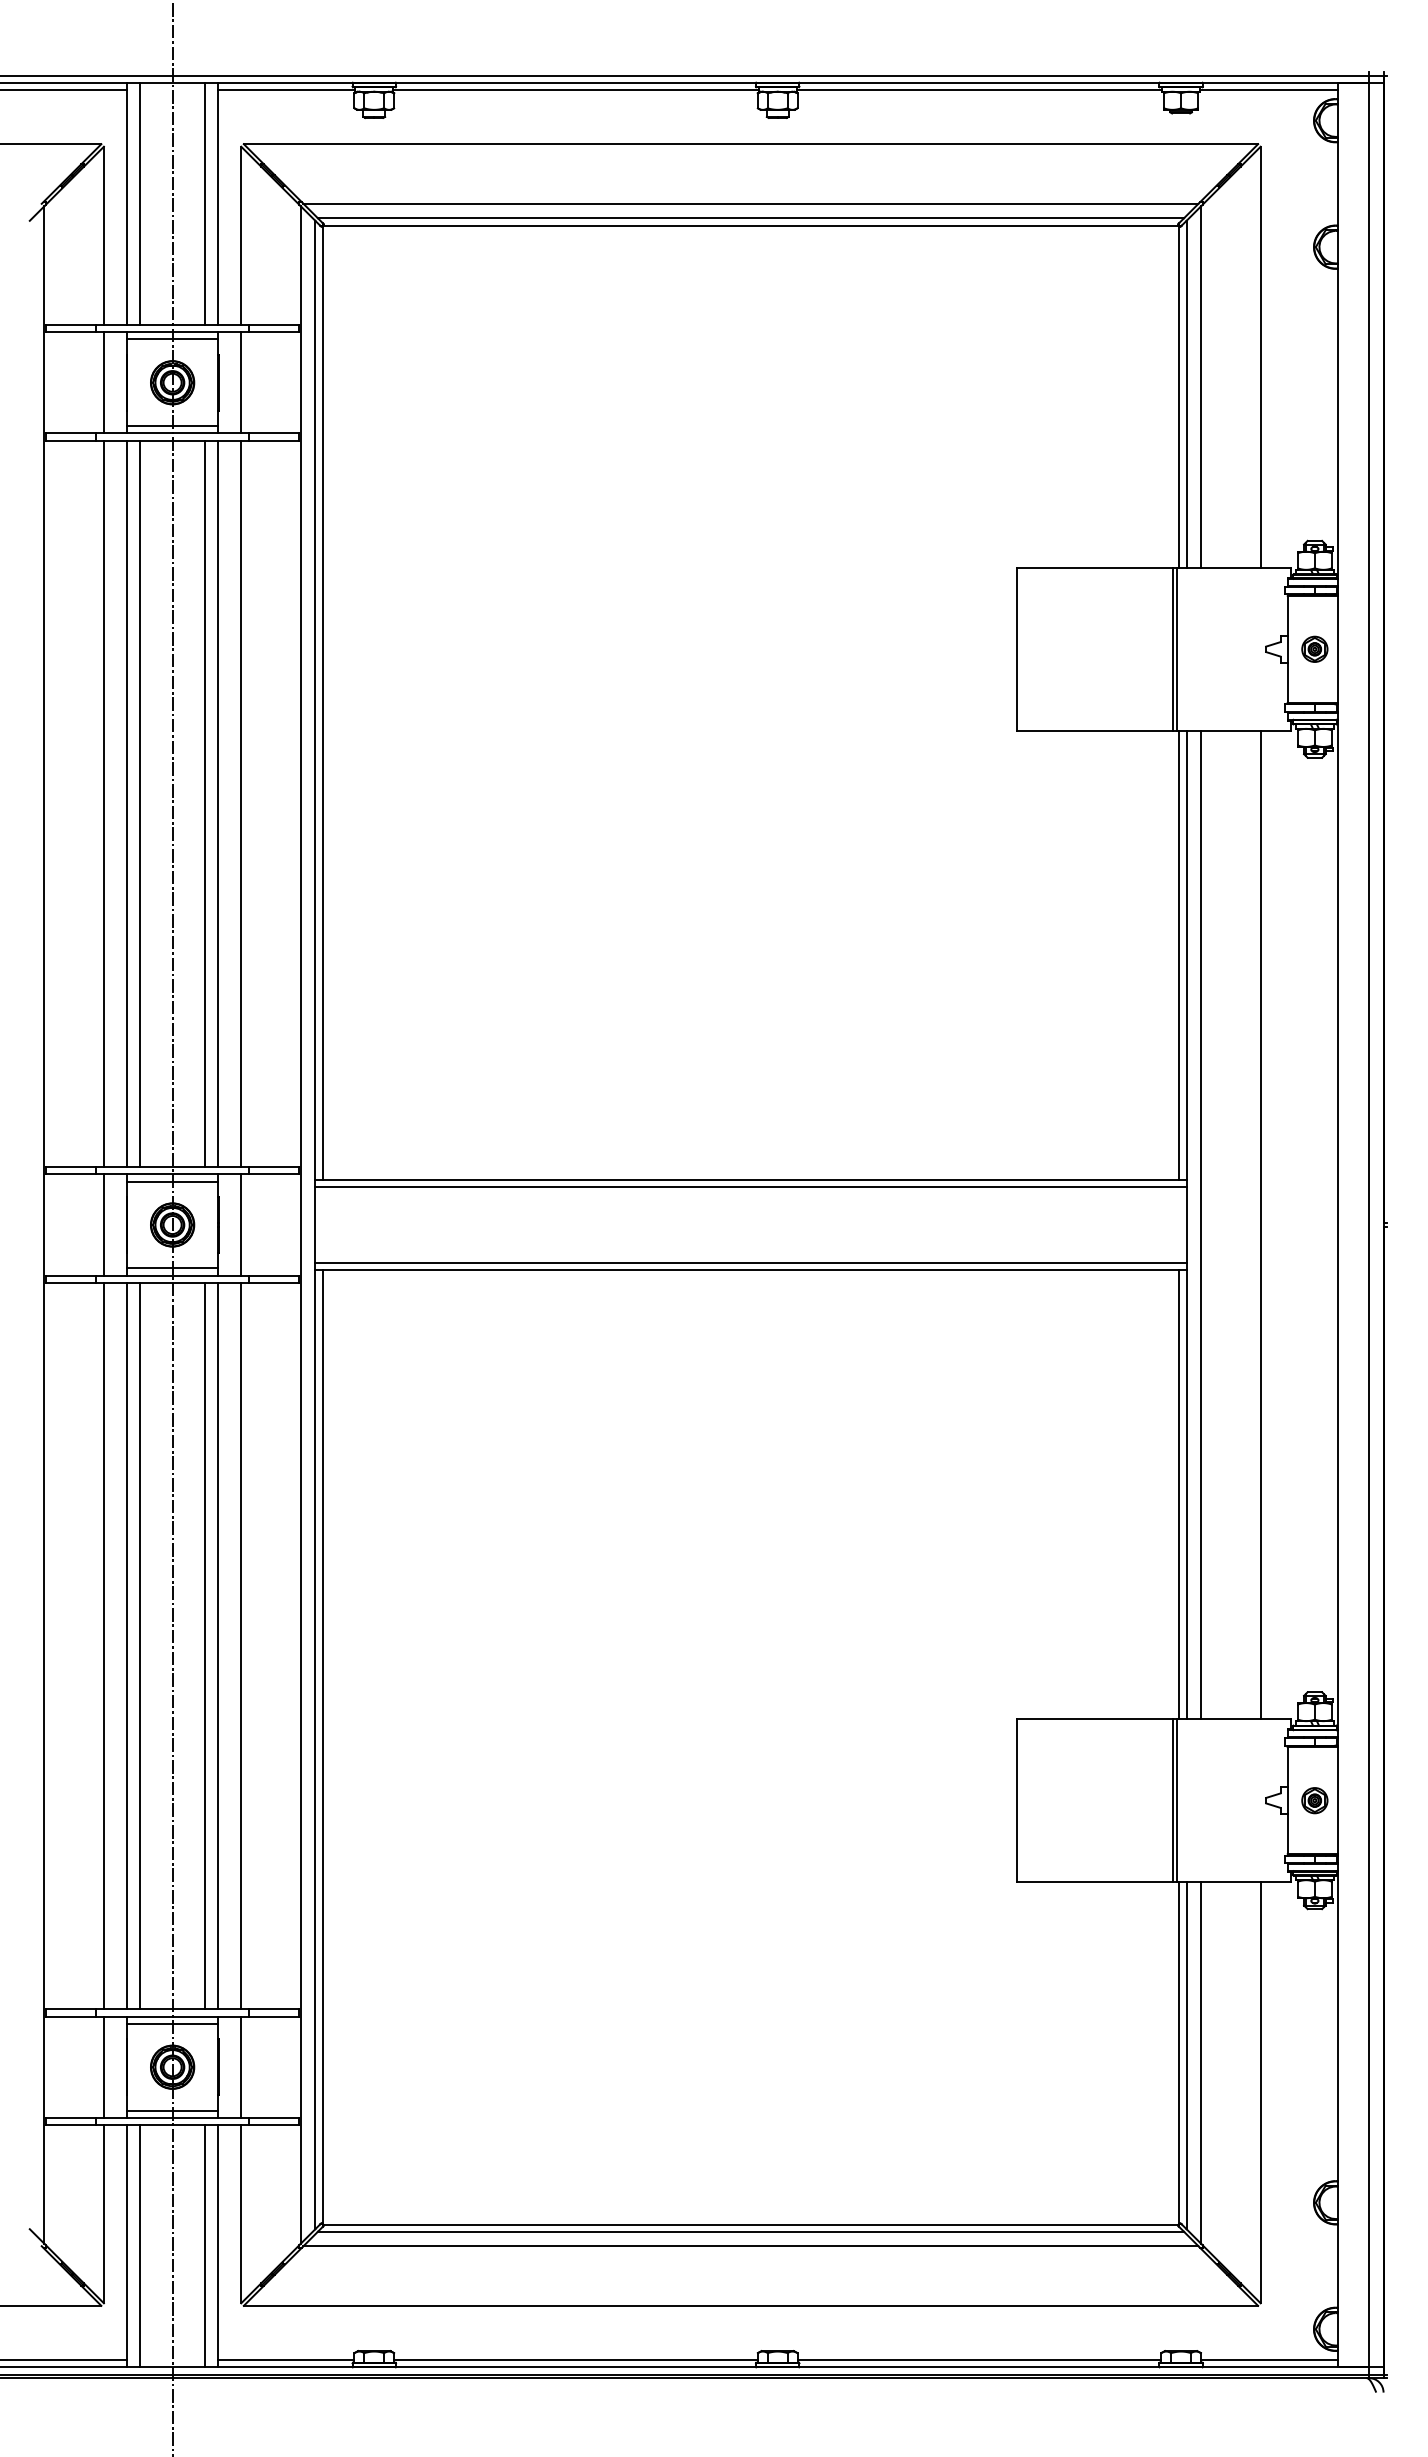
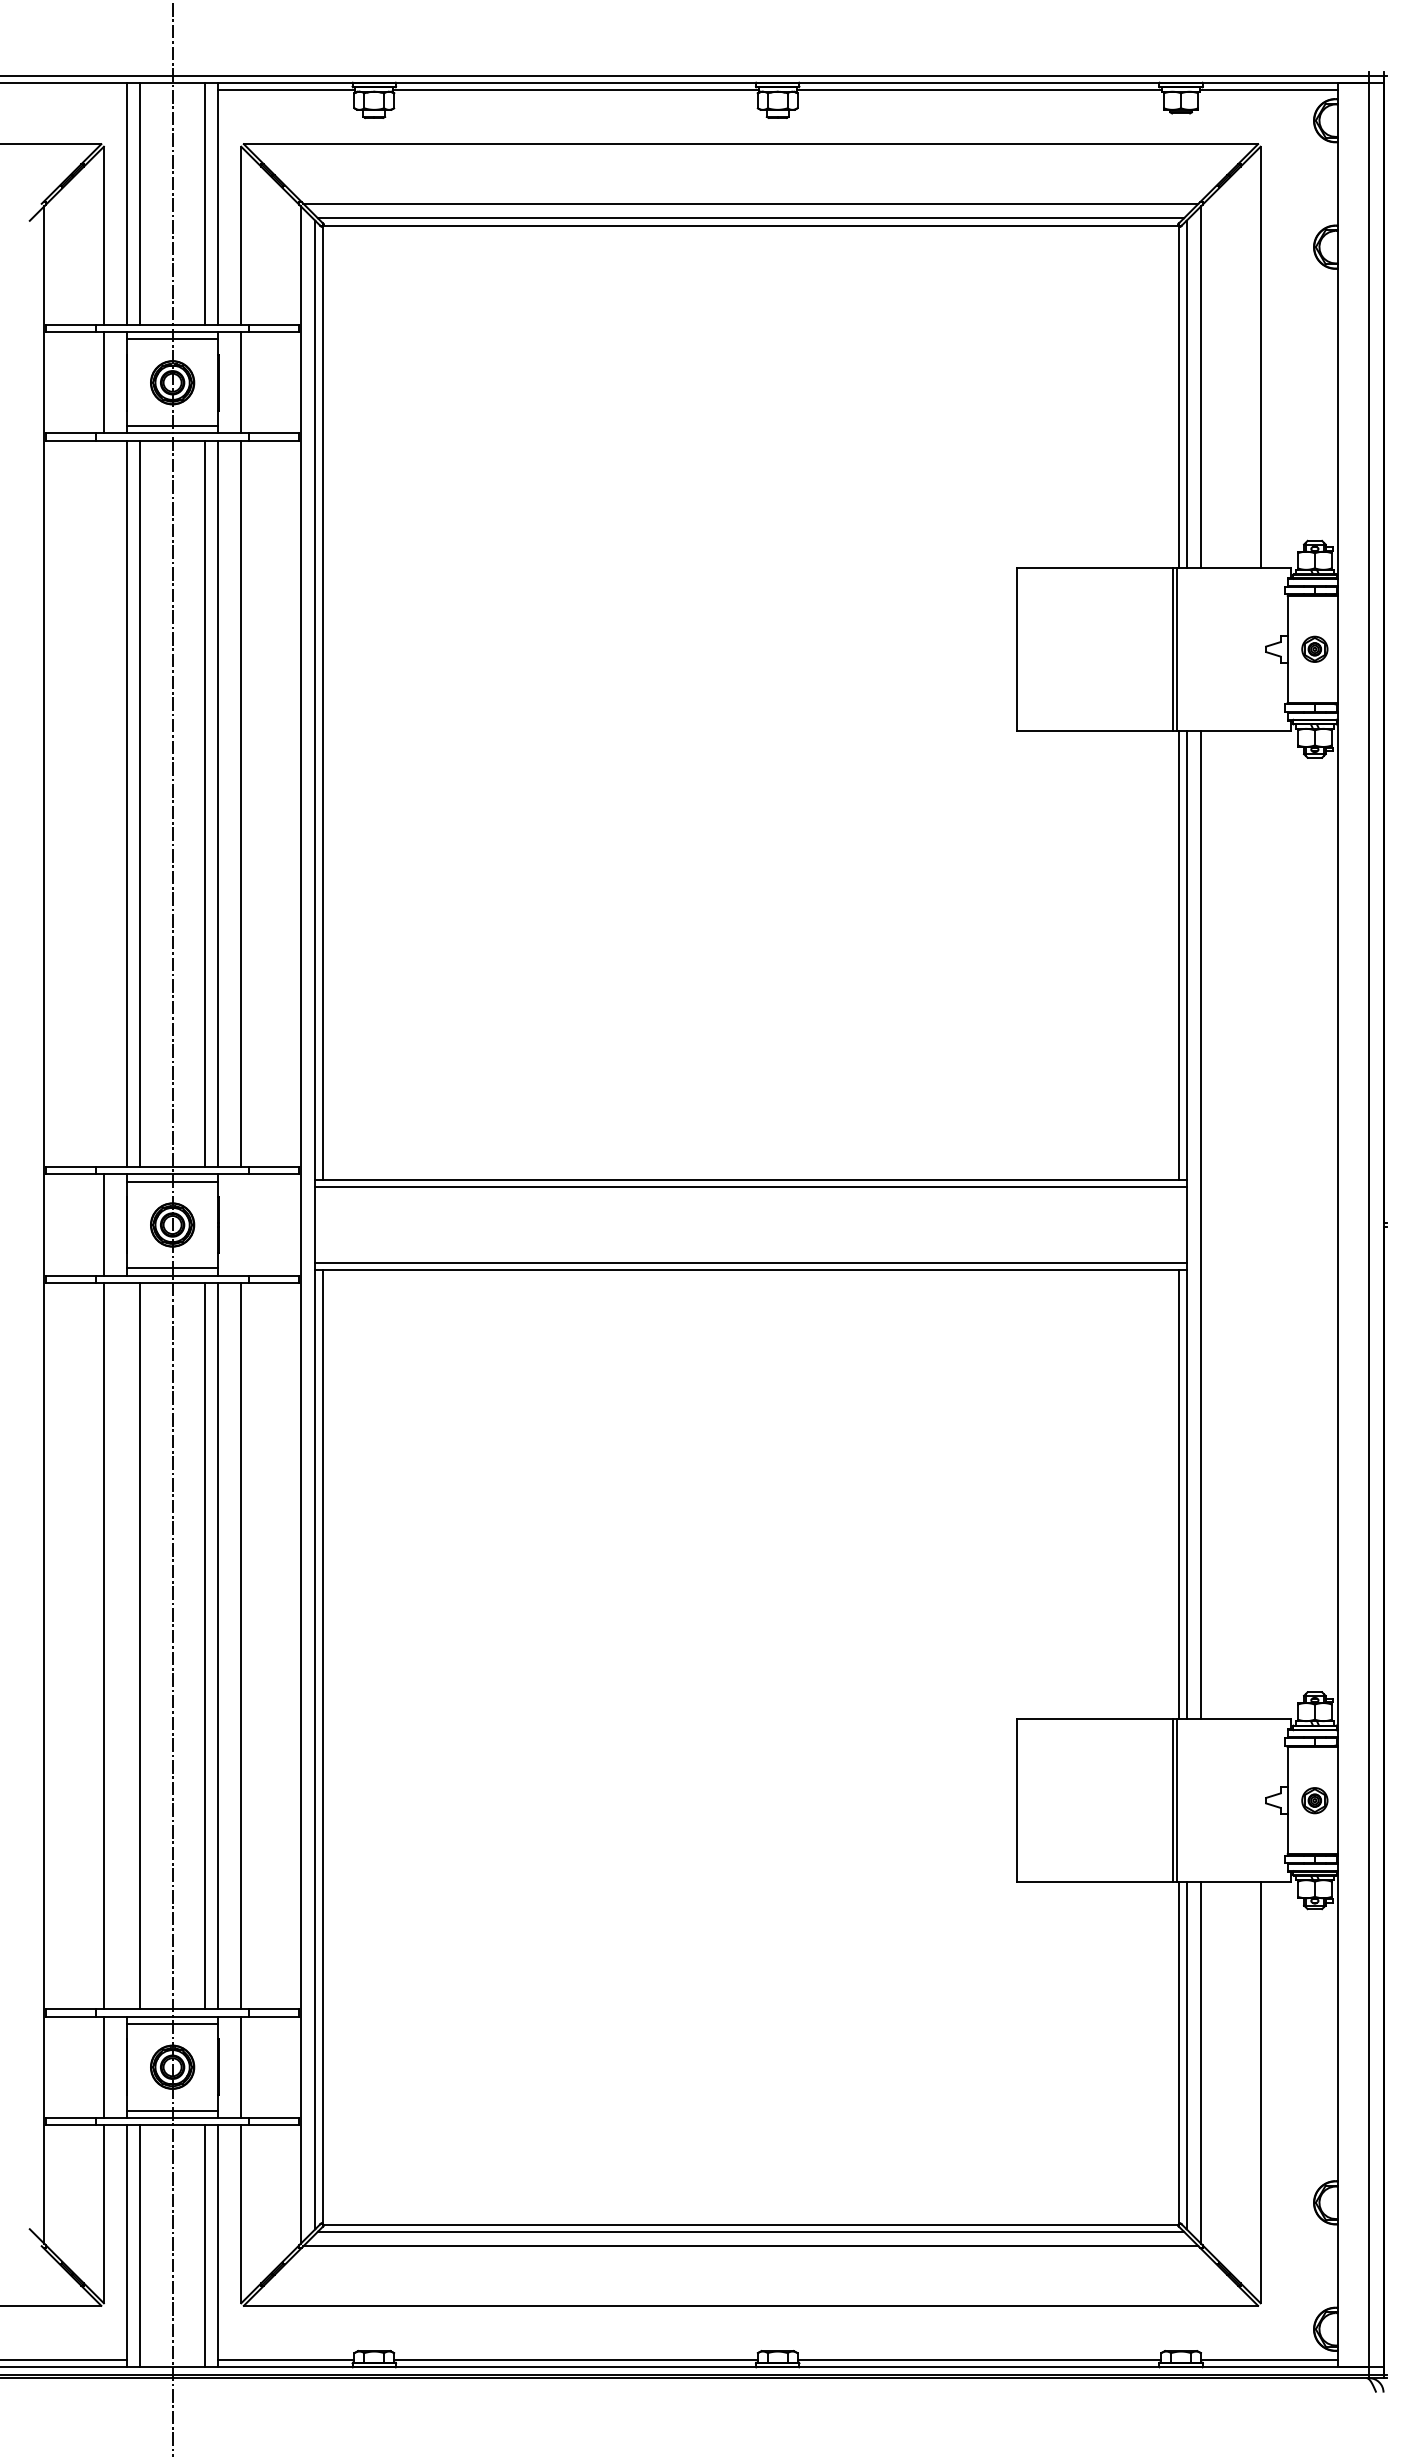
line at (64, 89): present -> none
line at (103, 803): present -> none
line at (241, 1224): present -> none
line at (1260, 1224): present -> none
line at (127, 1645): present -> none
